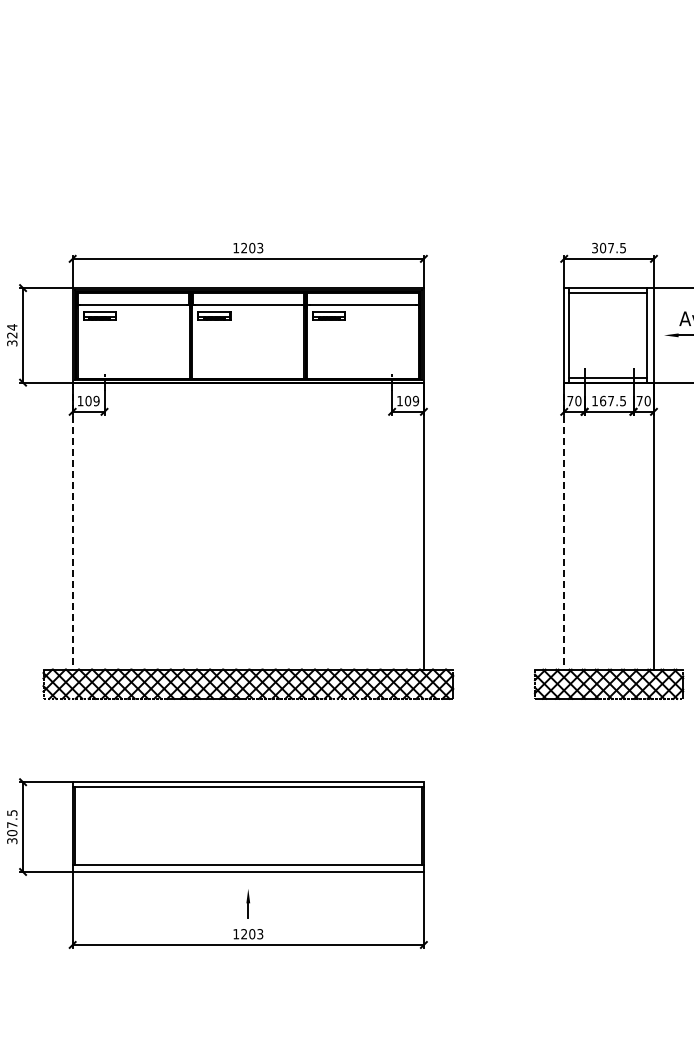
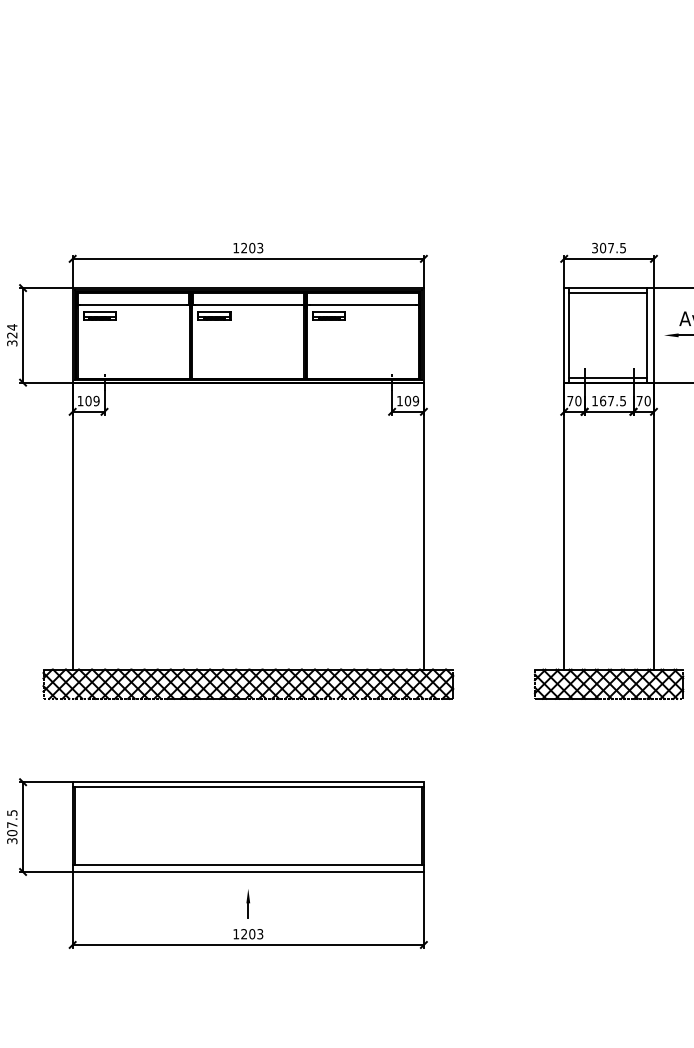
line at (72, 526): dashed -> solid
line at (564, 526): dashed -> solid
